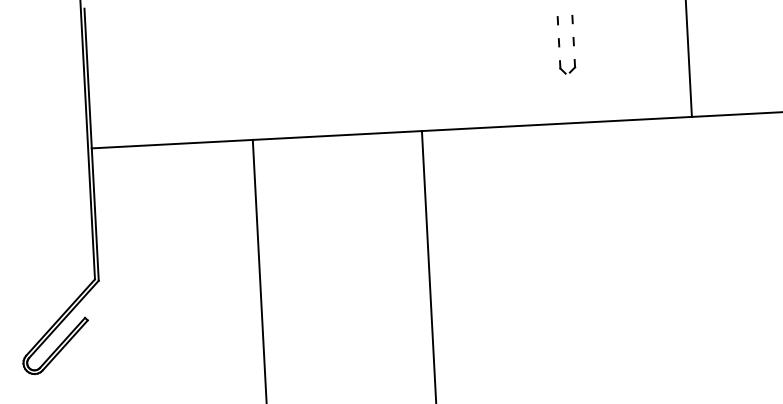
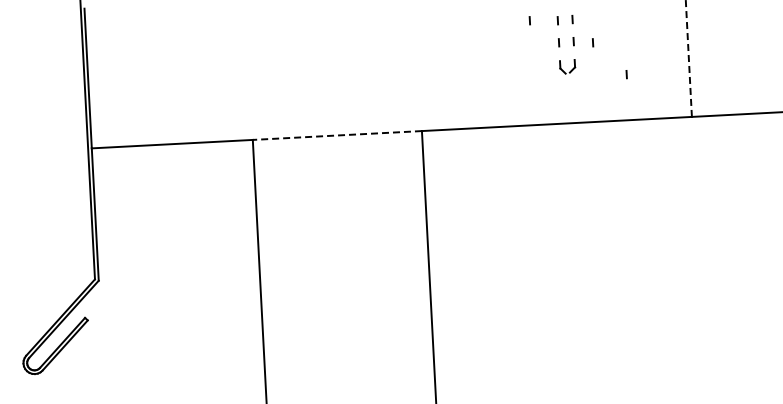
line at (529, 20): none -> present
line at (593, 42): none -> present
line at (688, 58): solid -> dashed
line at (626, 74): none -> present
line at (337, 135): solid -> dashed
